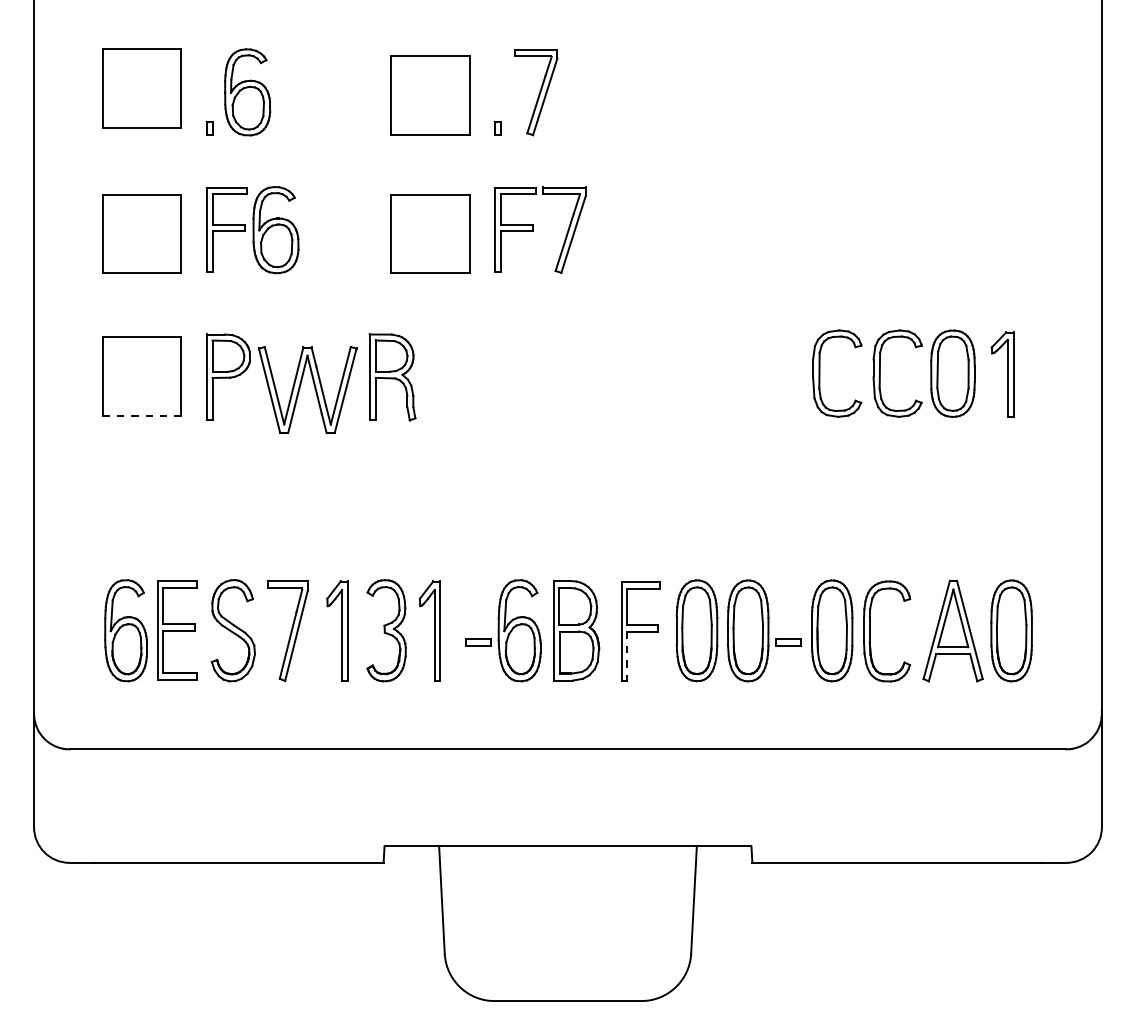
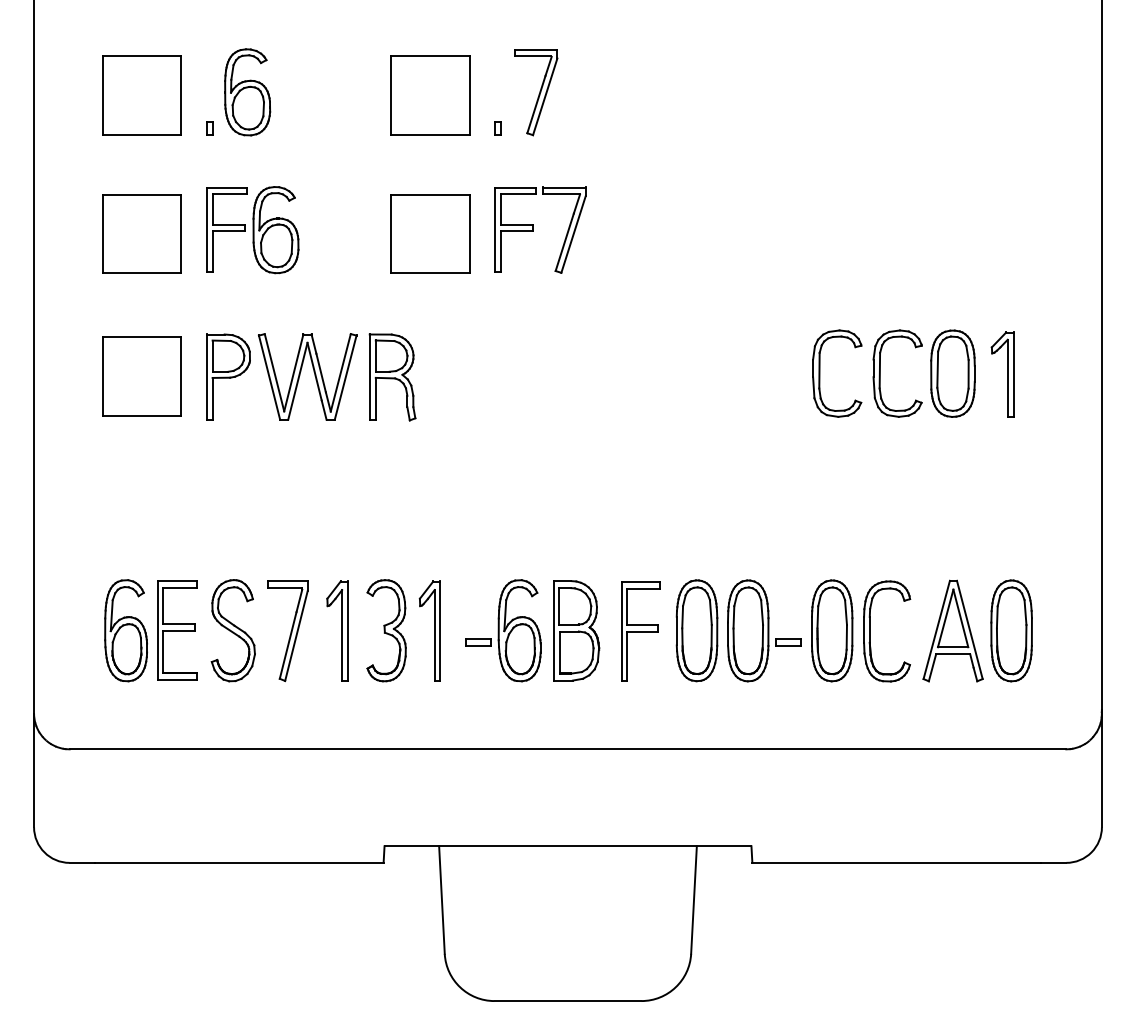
part at (141, 88) position: (141, 88) -> (141, 95)
part at (314, 389) position: (314, 389) -> (314, 376)
line at (142, 415): dashed -> solid
line at (627, 656): dashed -> solid
